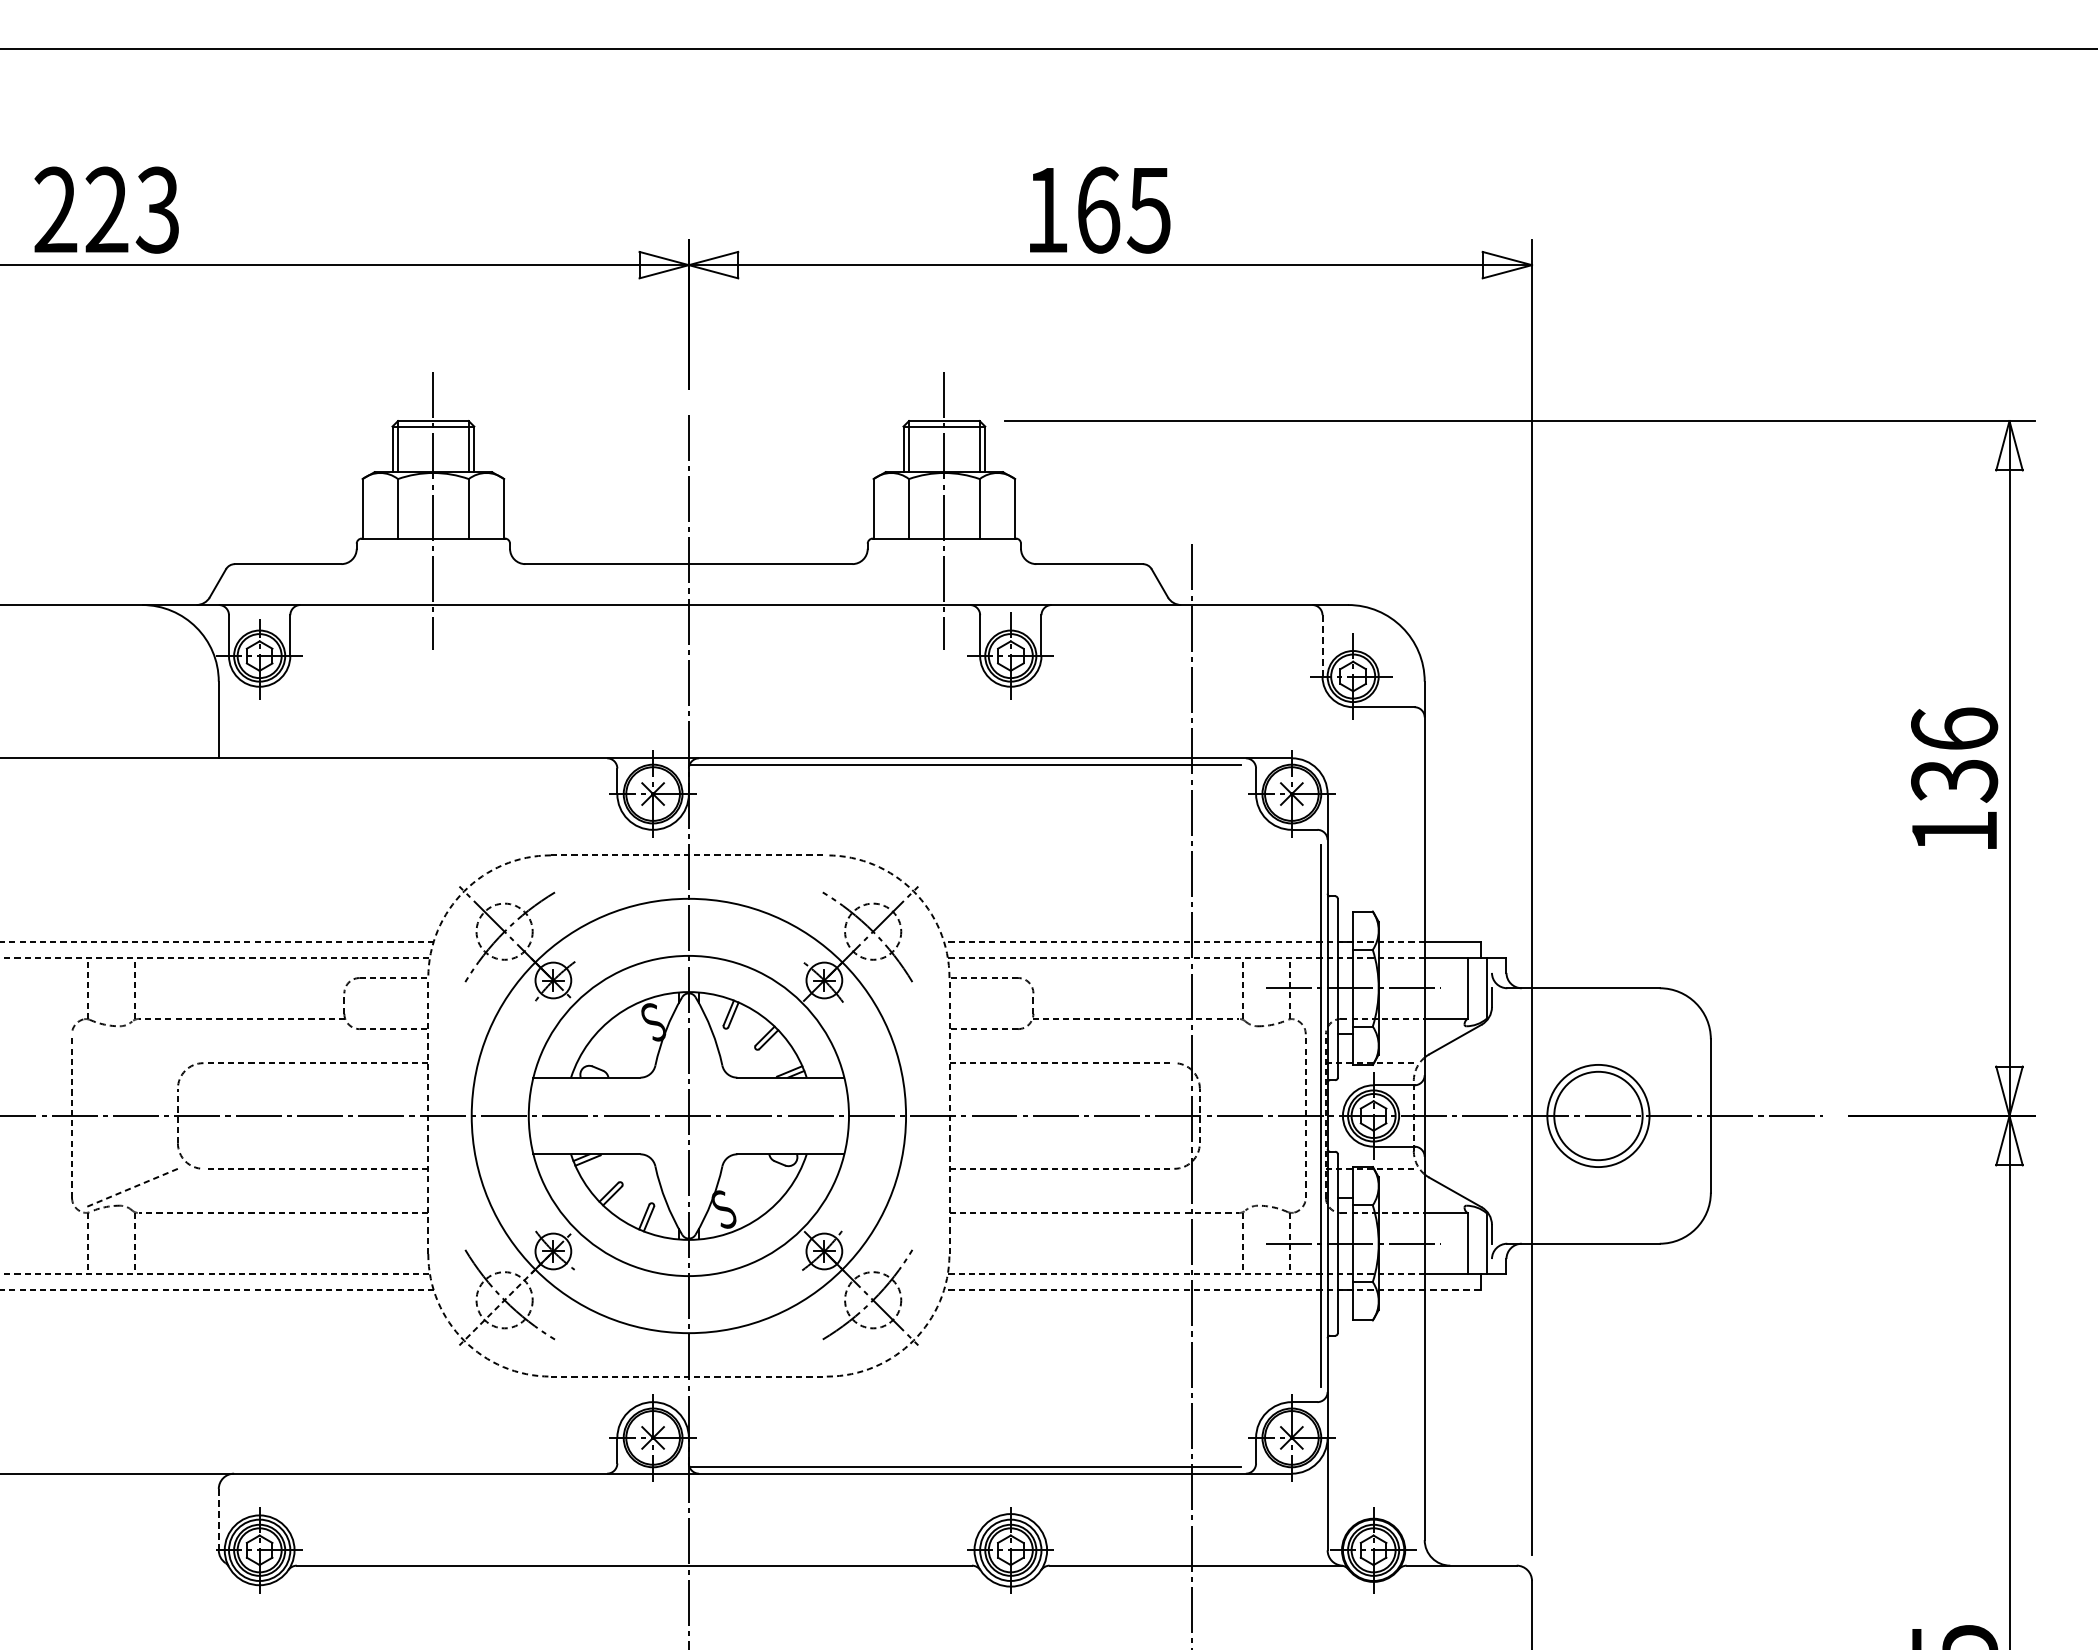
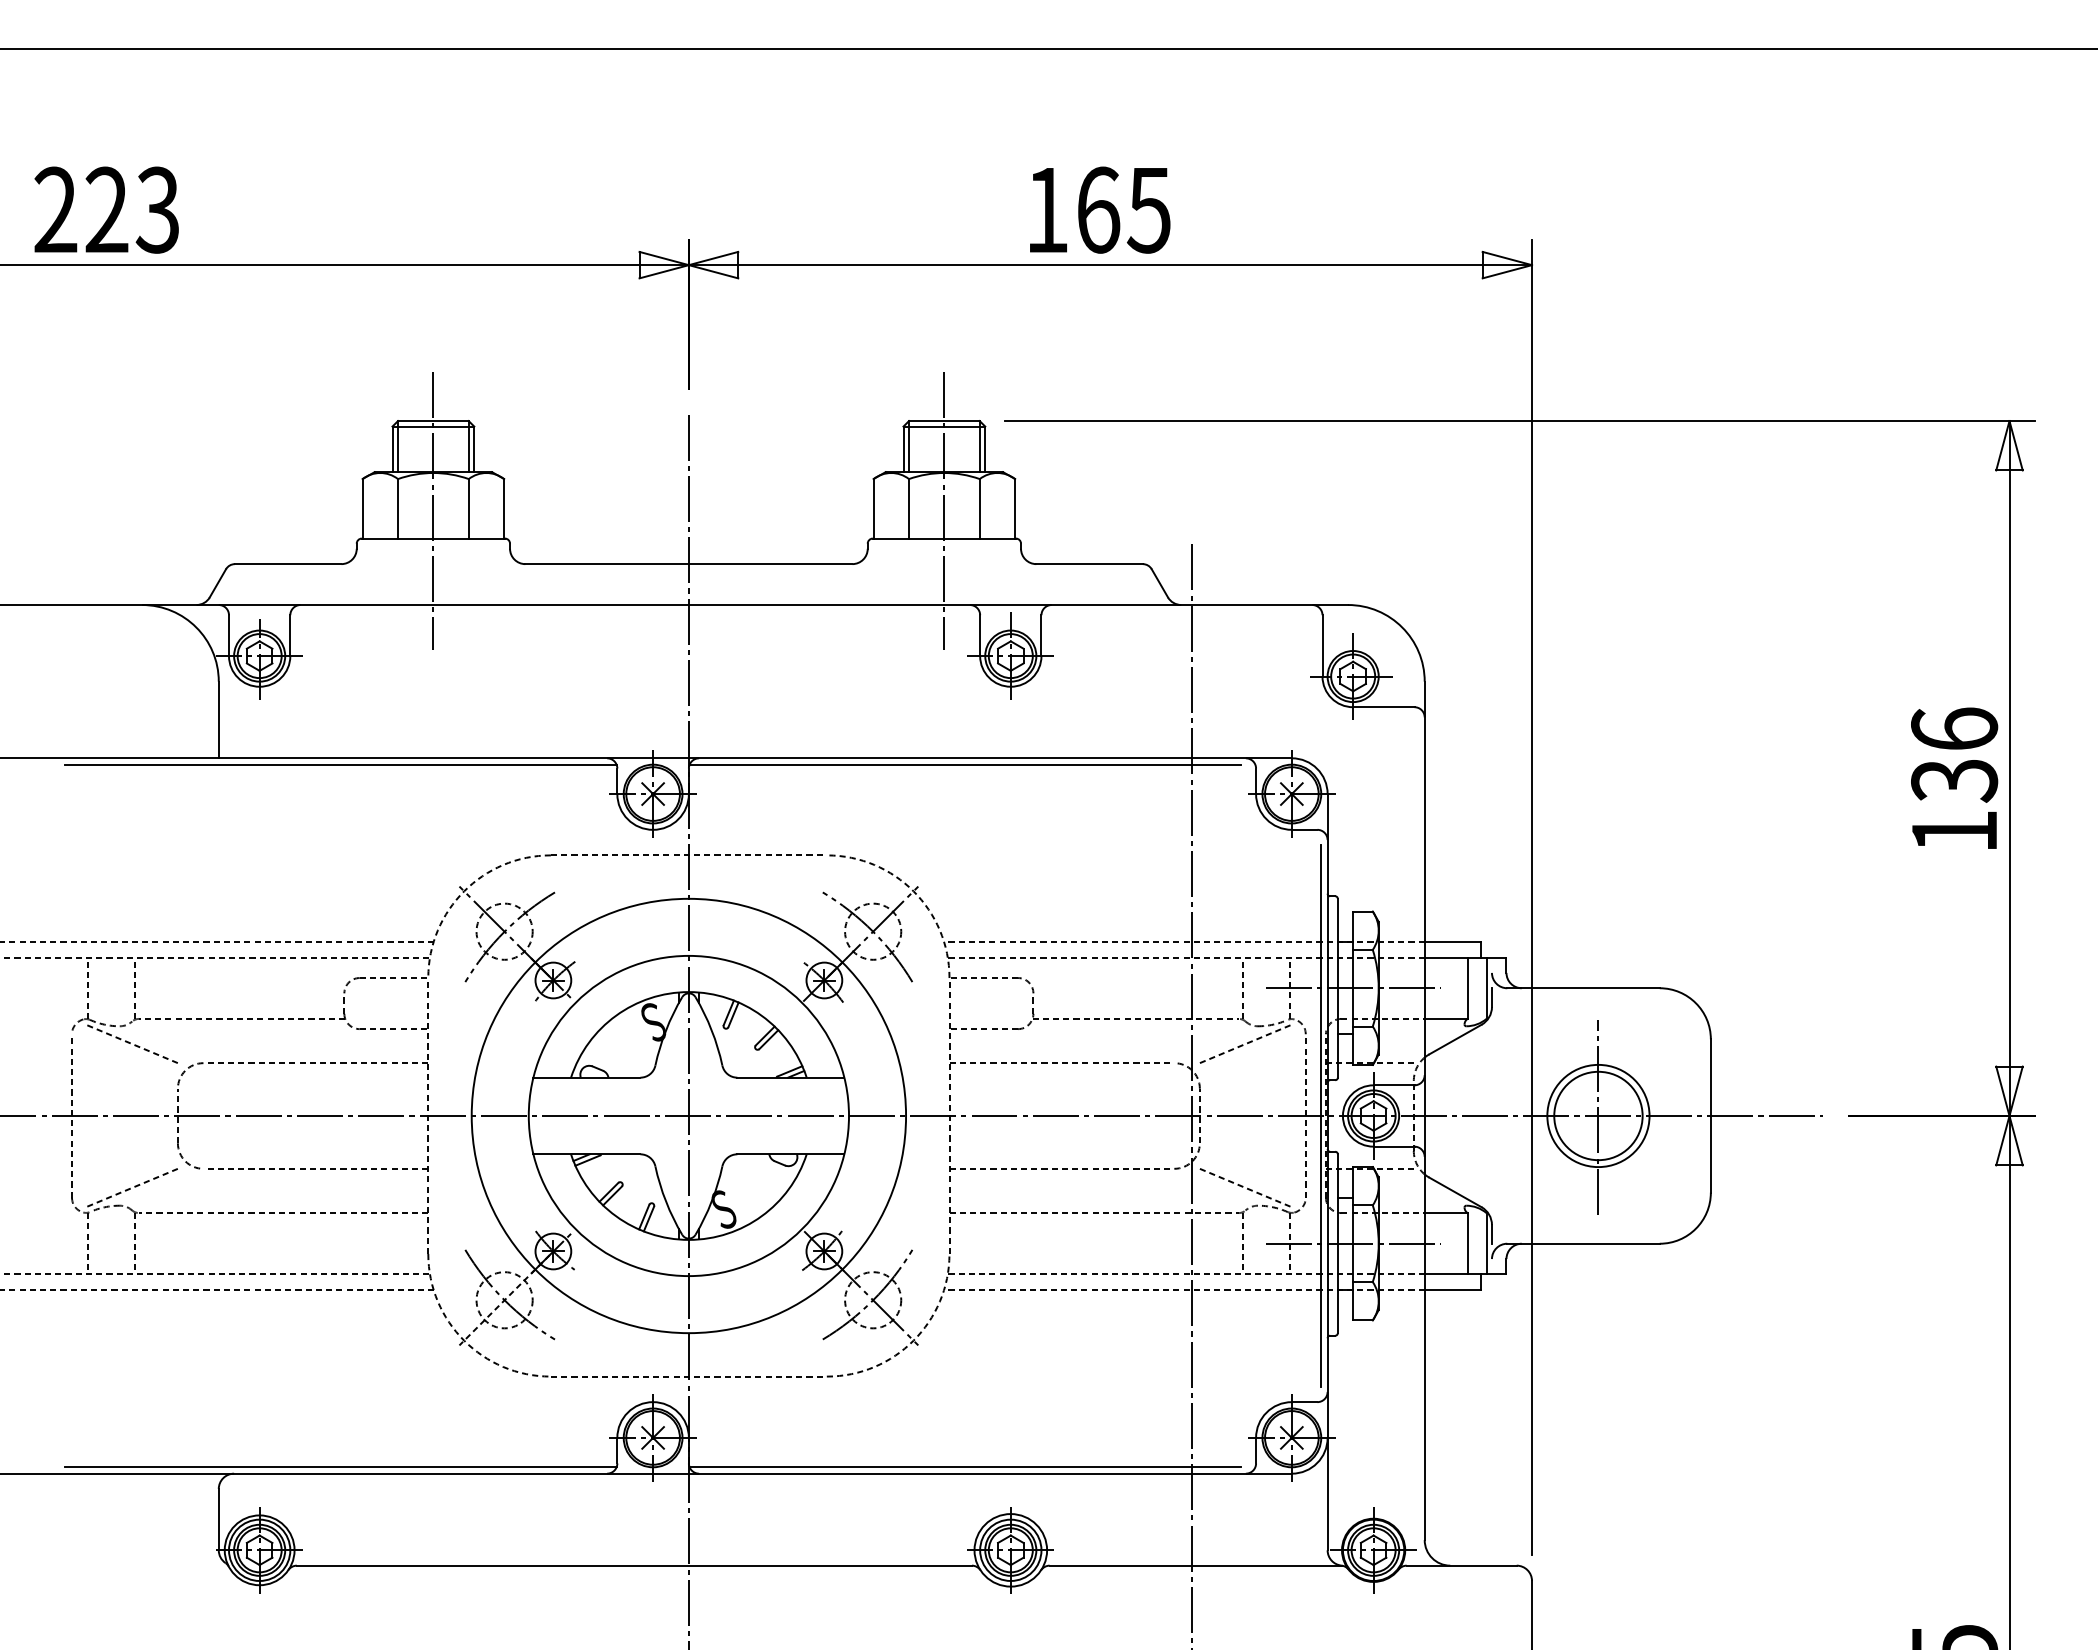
line at (1322, 645): dashed -> solid
line at (340, 765): none -> present
line at (132, 1044): none -> present
line at (1244, 1044): none -> present
line at (1598, 1116): none -> present
line at (1244, 1187): none -> present
line at (1452, 1289): dashed -> solid
line at (340, 1466): none -> present
line at (218, 1519): dashed -> solid
